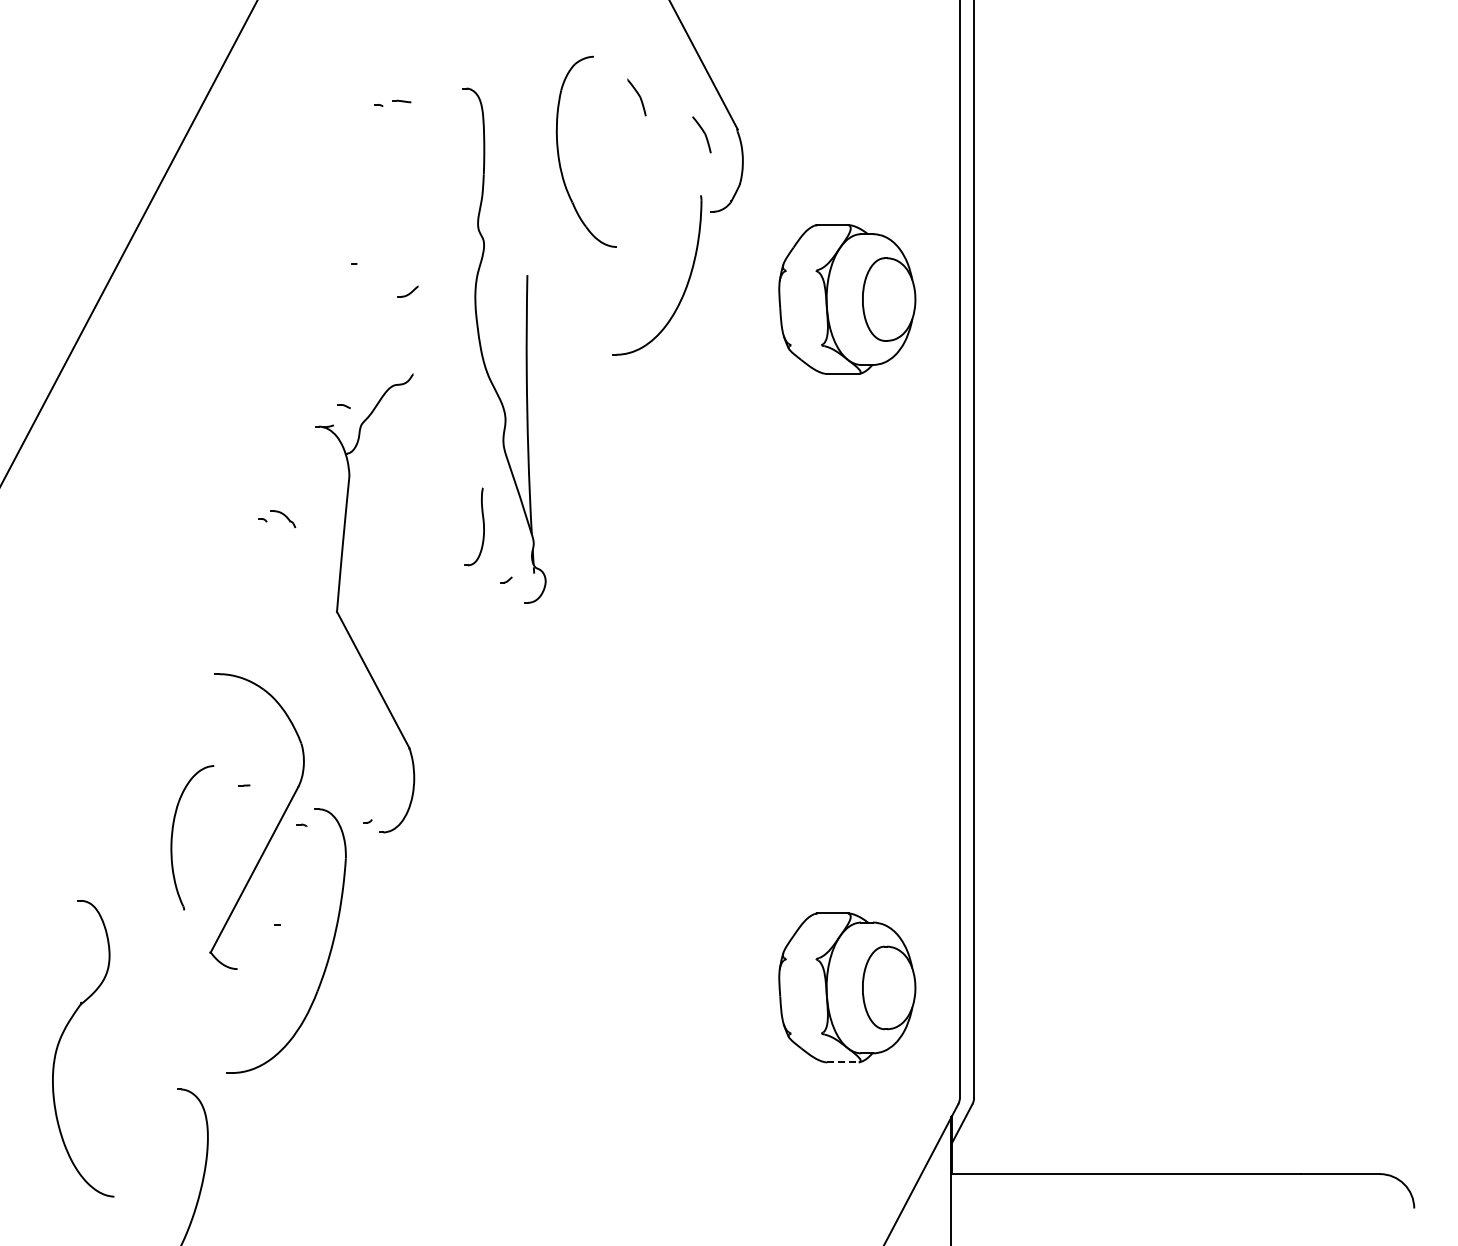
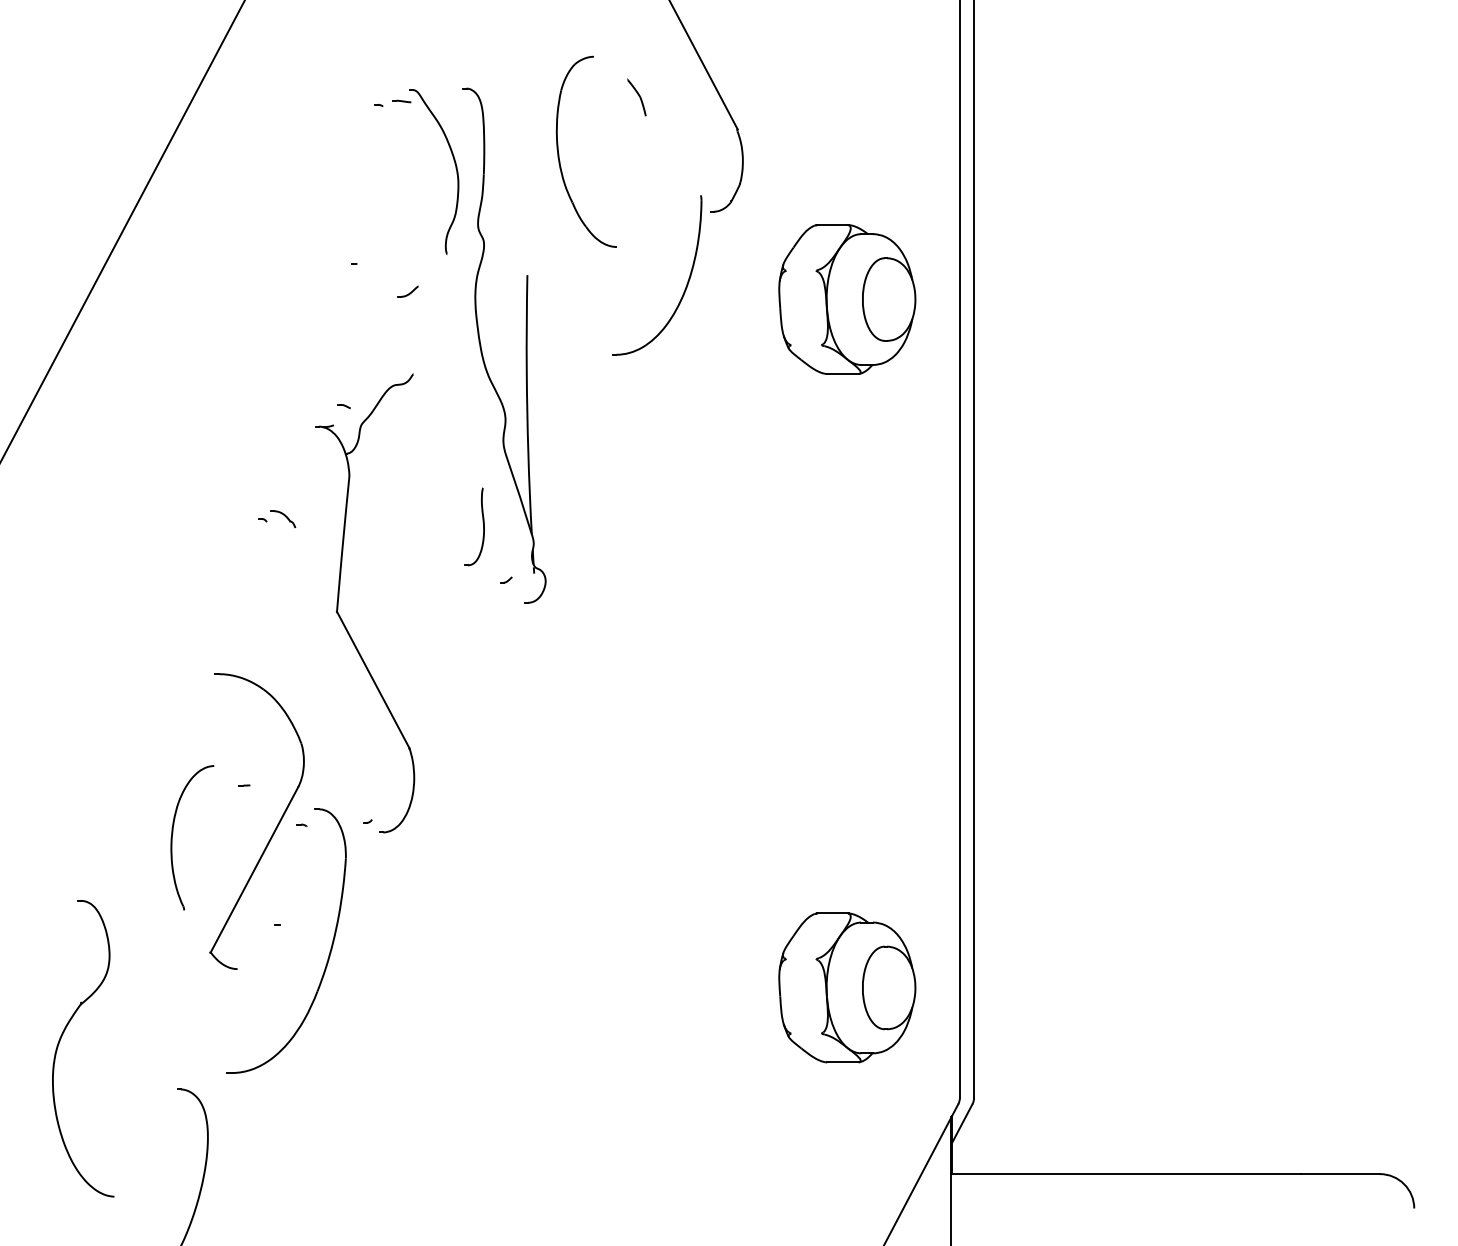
part at (701, 134): present -> none
part at (454, 164): none -> present
line at (129, 242) position: (129, 242) -> (122, 230)
line at (842, 1062): dashed -> solid
